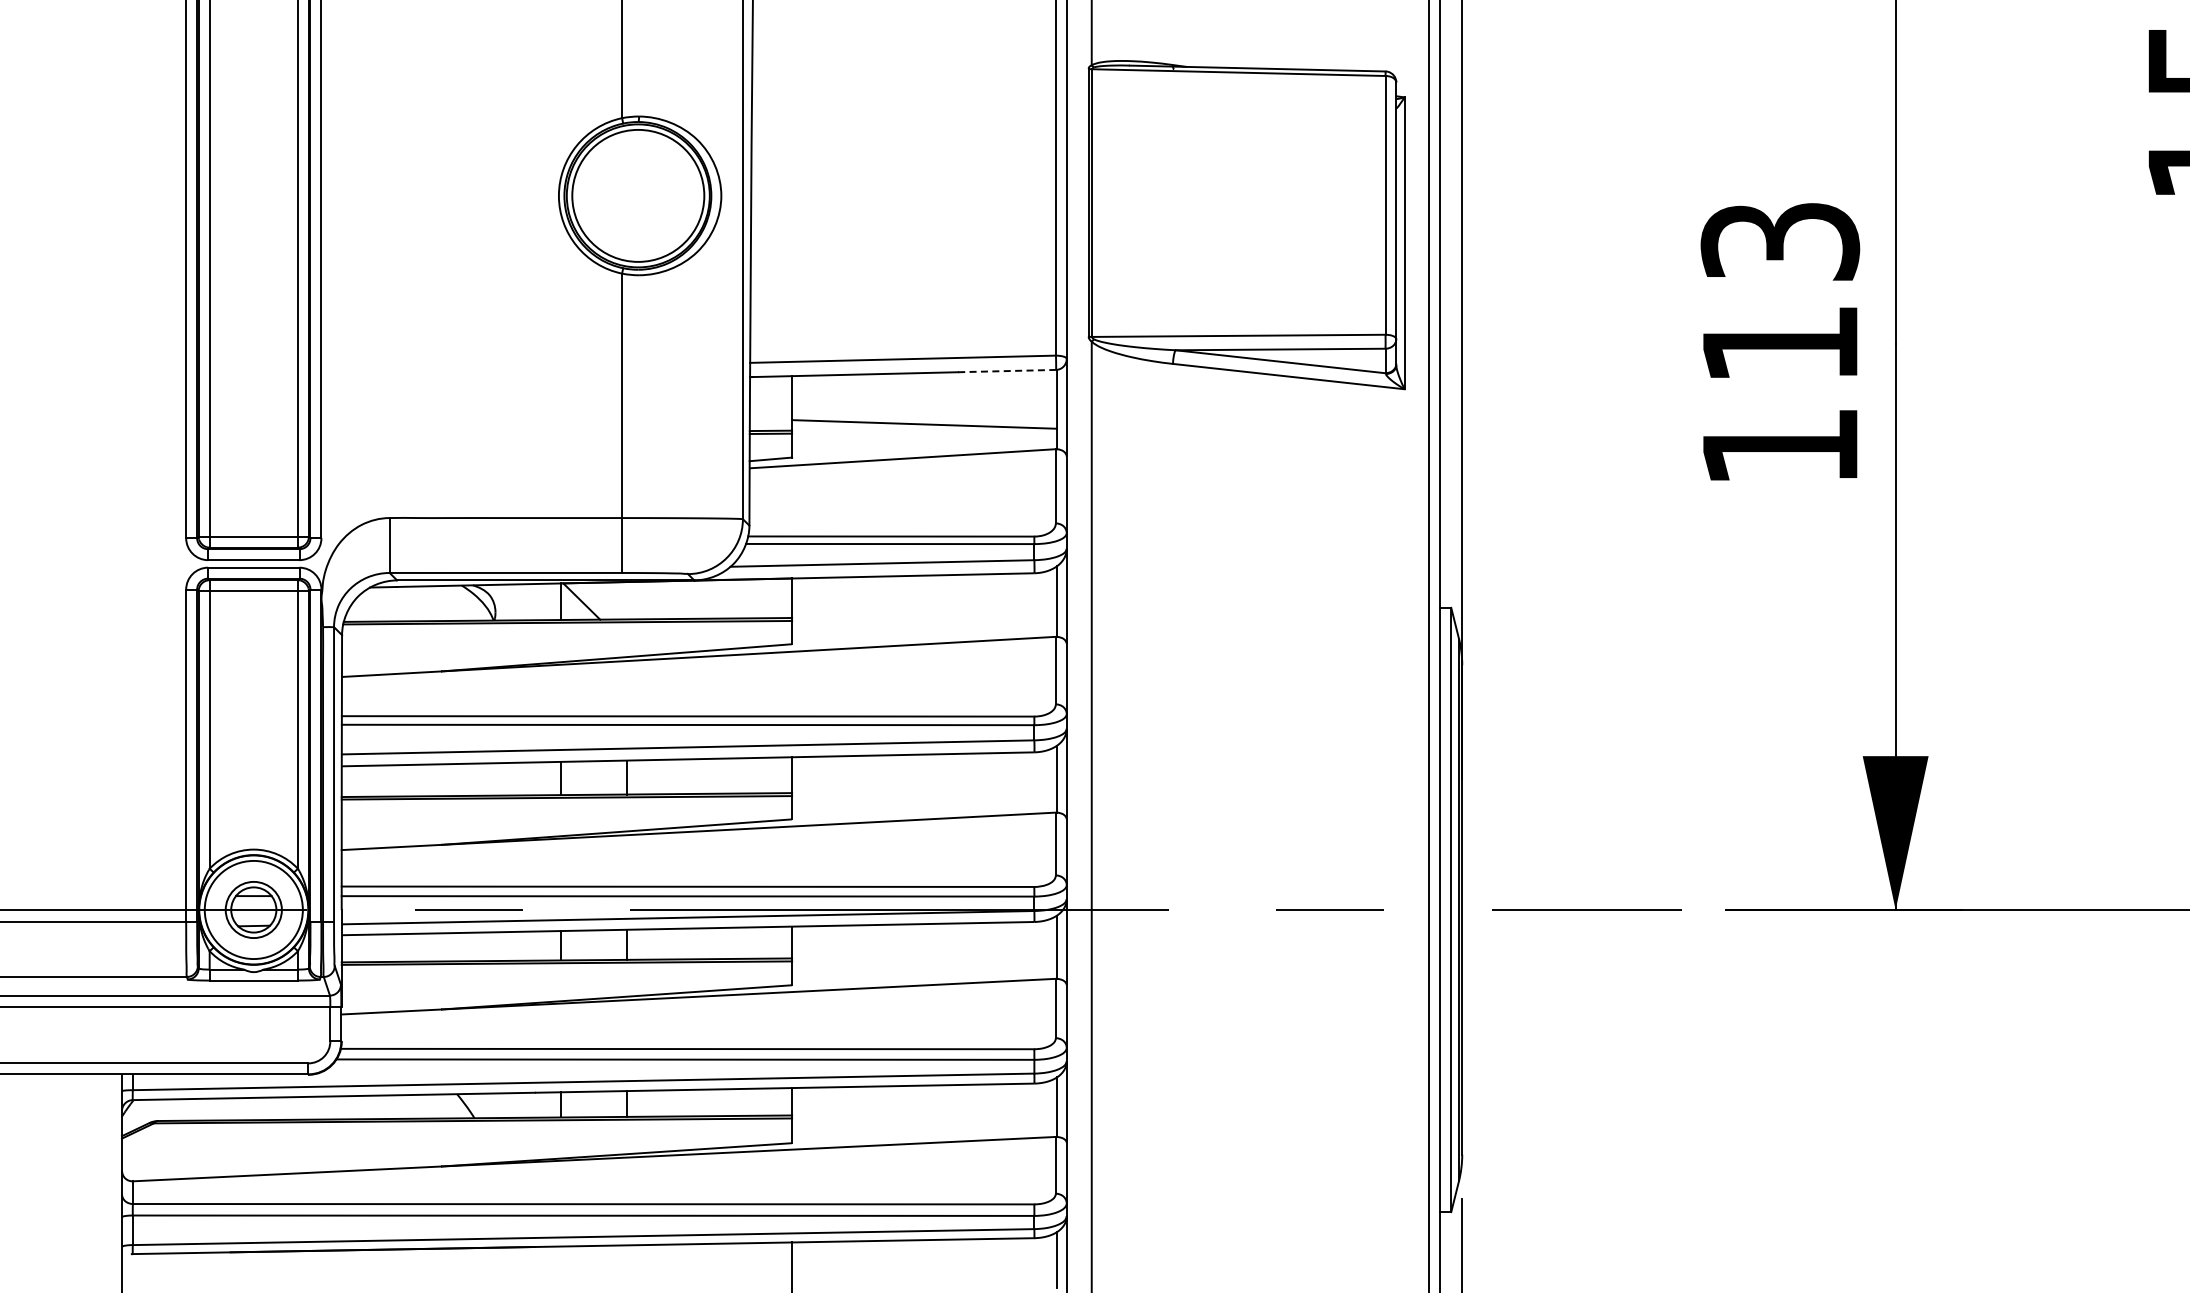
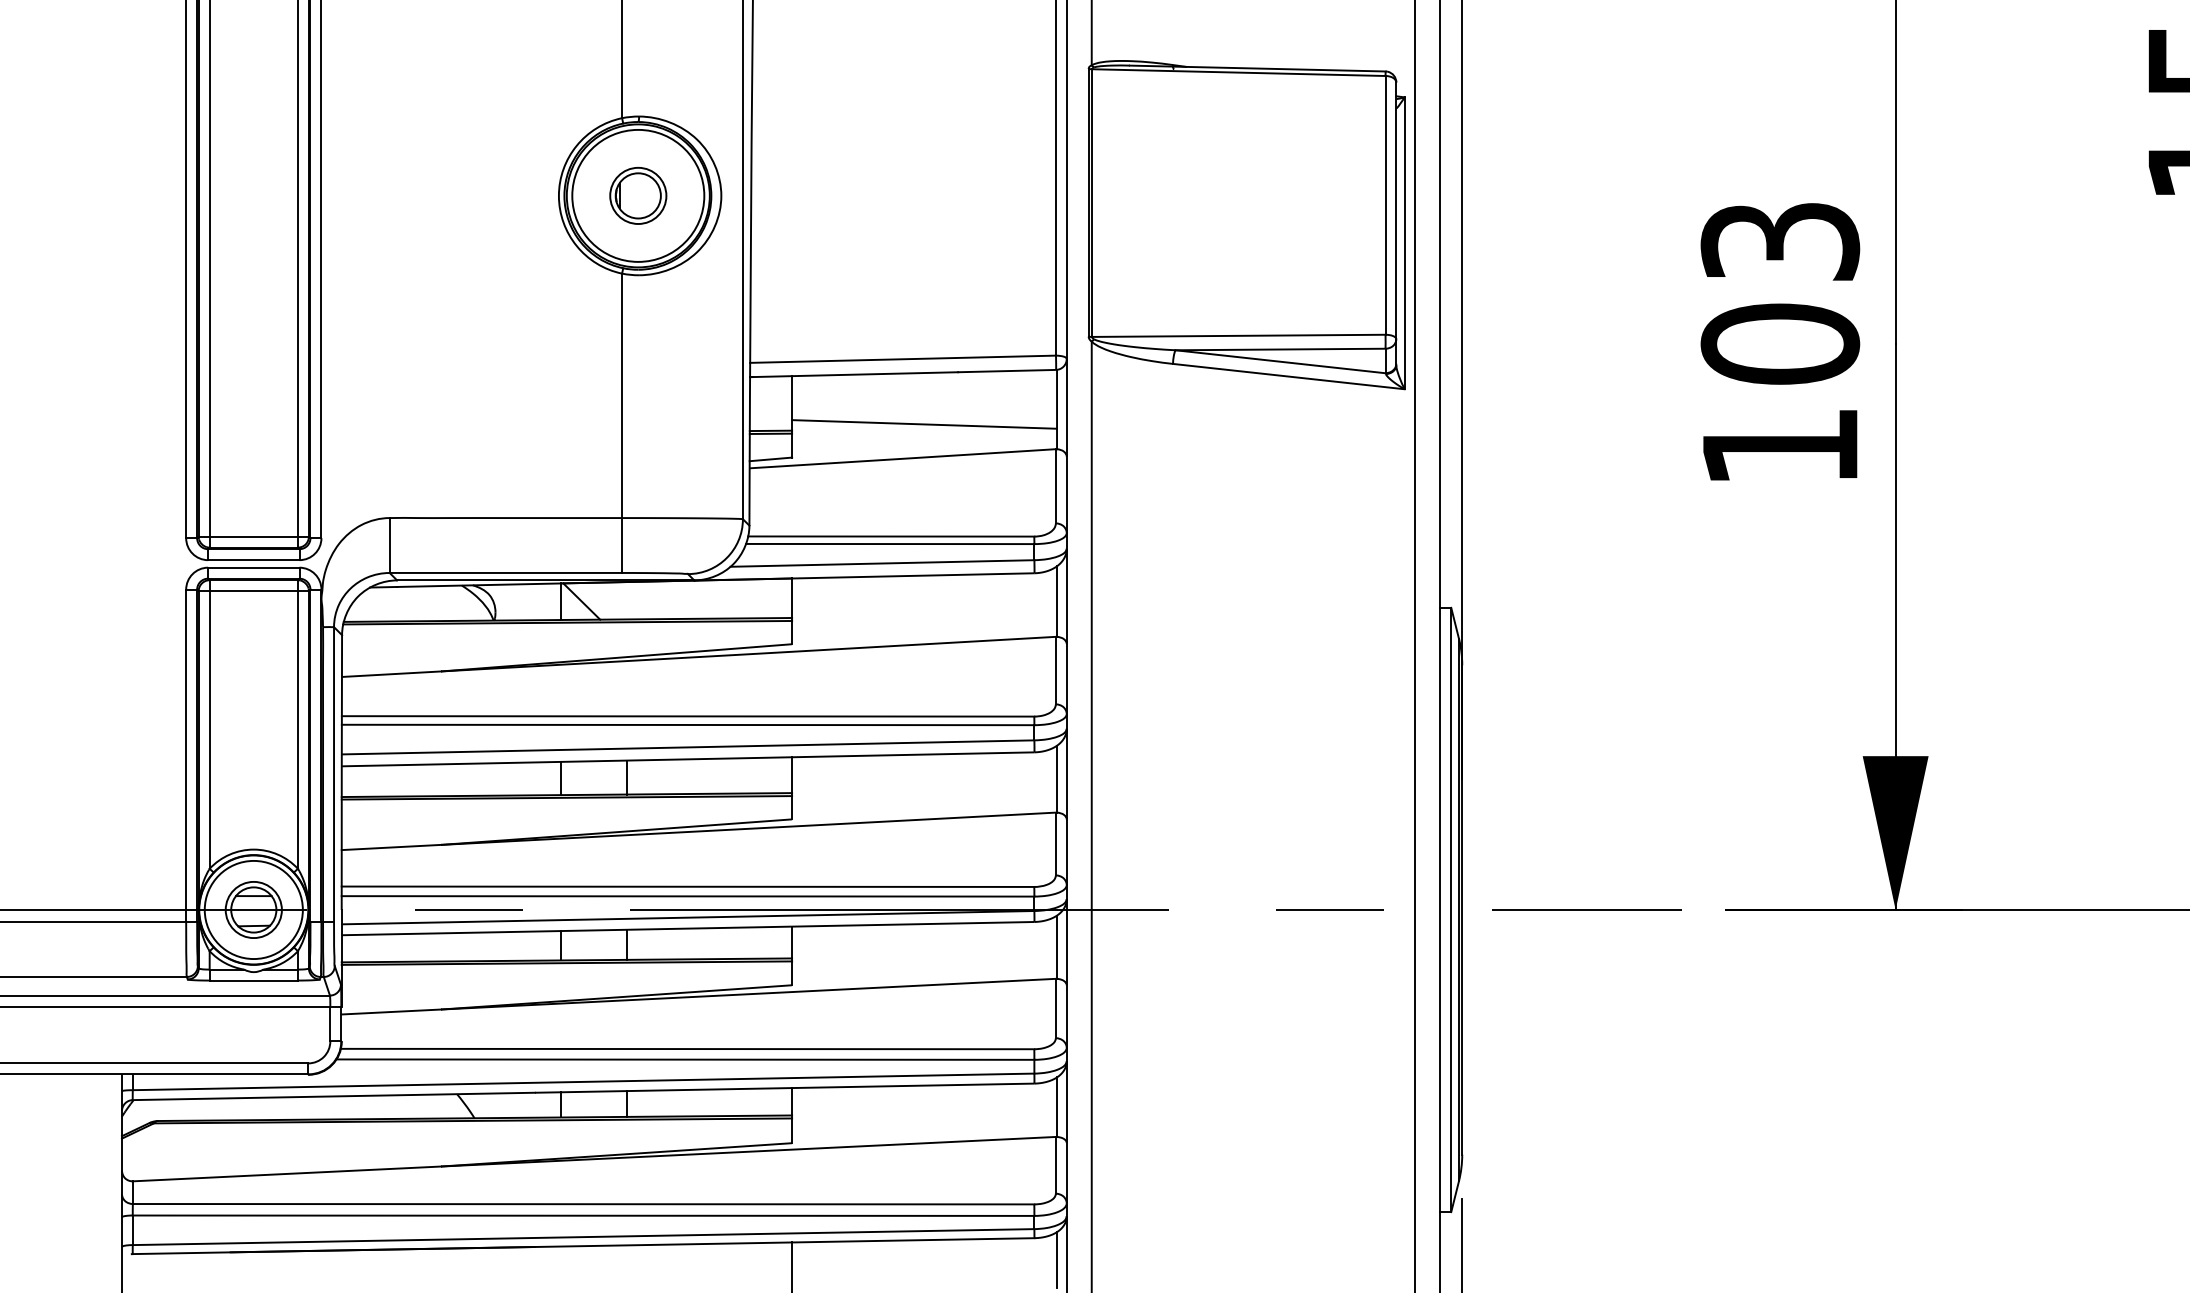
part at (638, 195): none -> present
text at (1780, 343): 113 -> 103
line at (1007, 371): dashed -> solid
line at (1429, 645) position: (1429, 645) -> (1415, 645)
